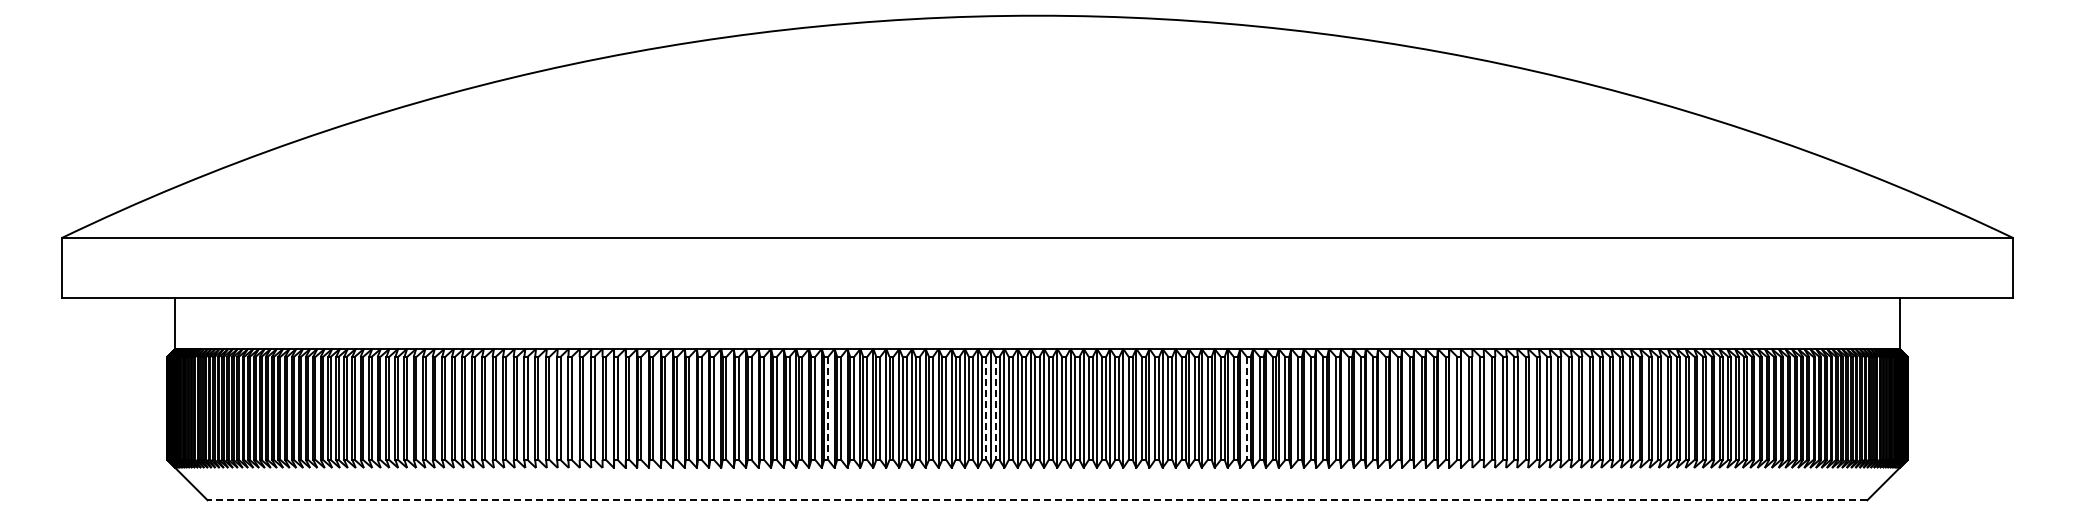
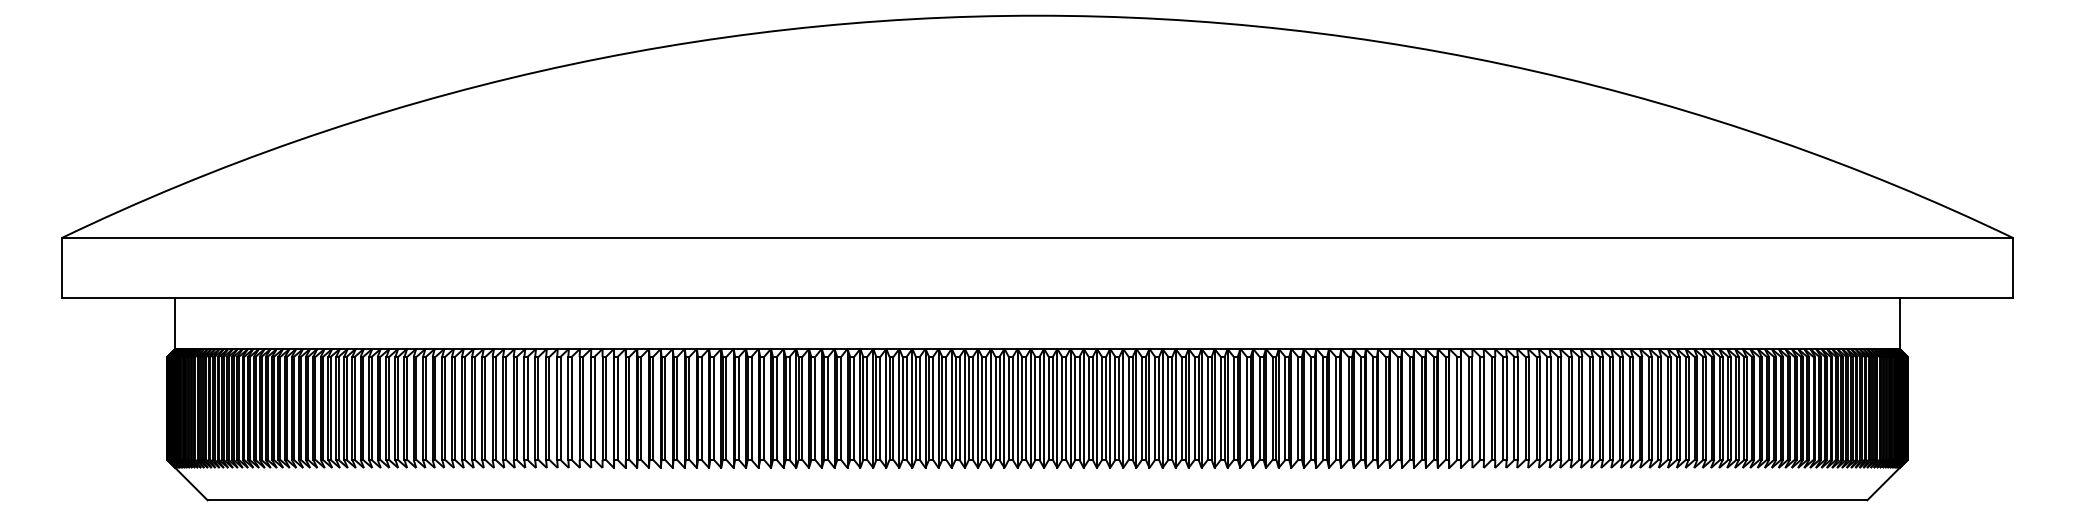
line at (828, 408): dashed -> solid
line at (986, 408): dashed -> solid
line at (995, 408): dashed -> solid
line at (1246, 408): dashed -> solid
line at (1037, 500): dashed -> solid
